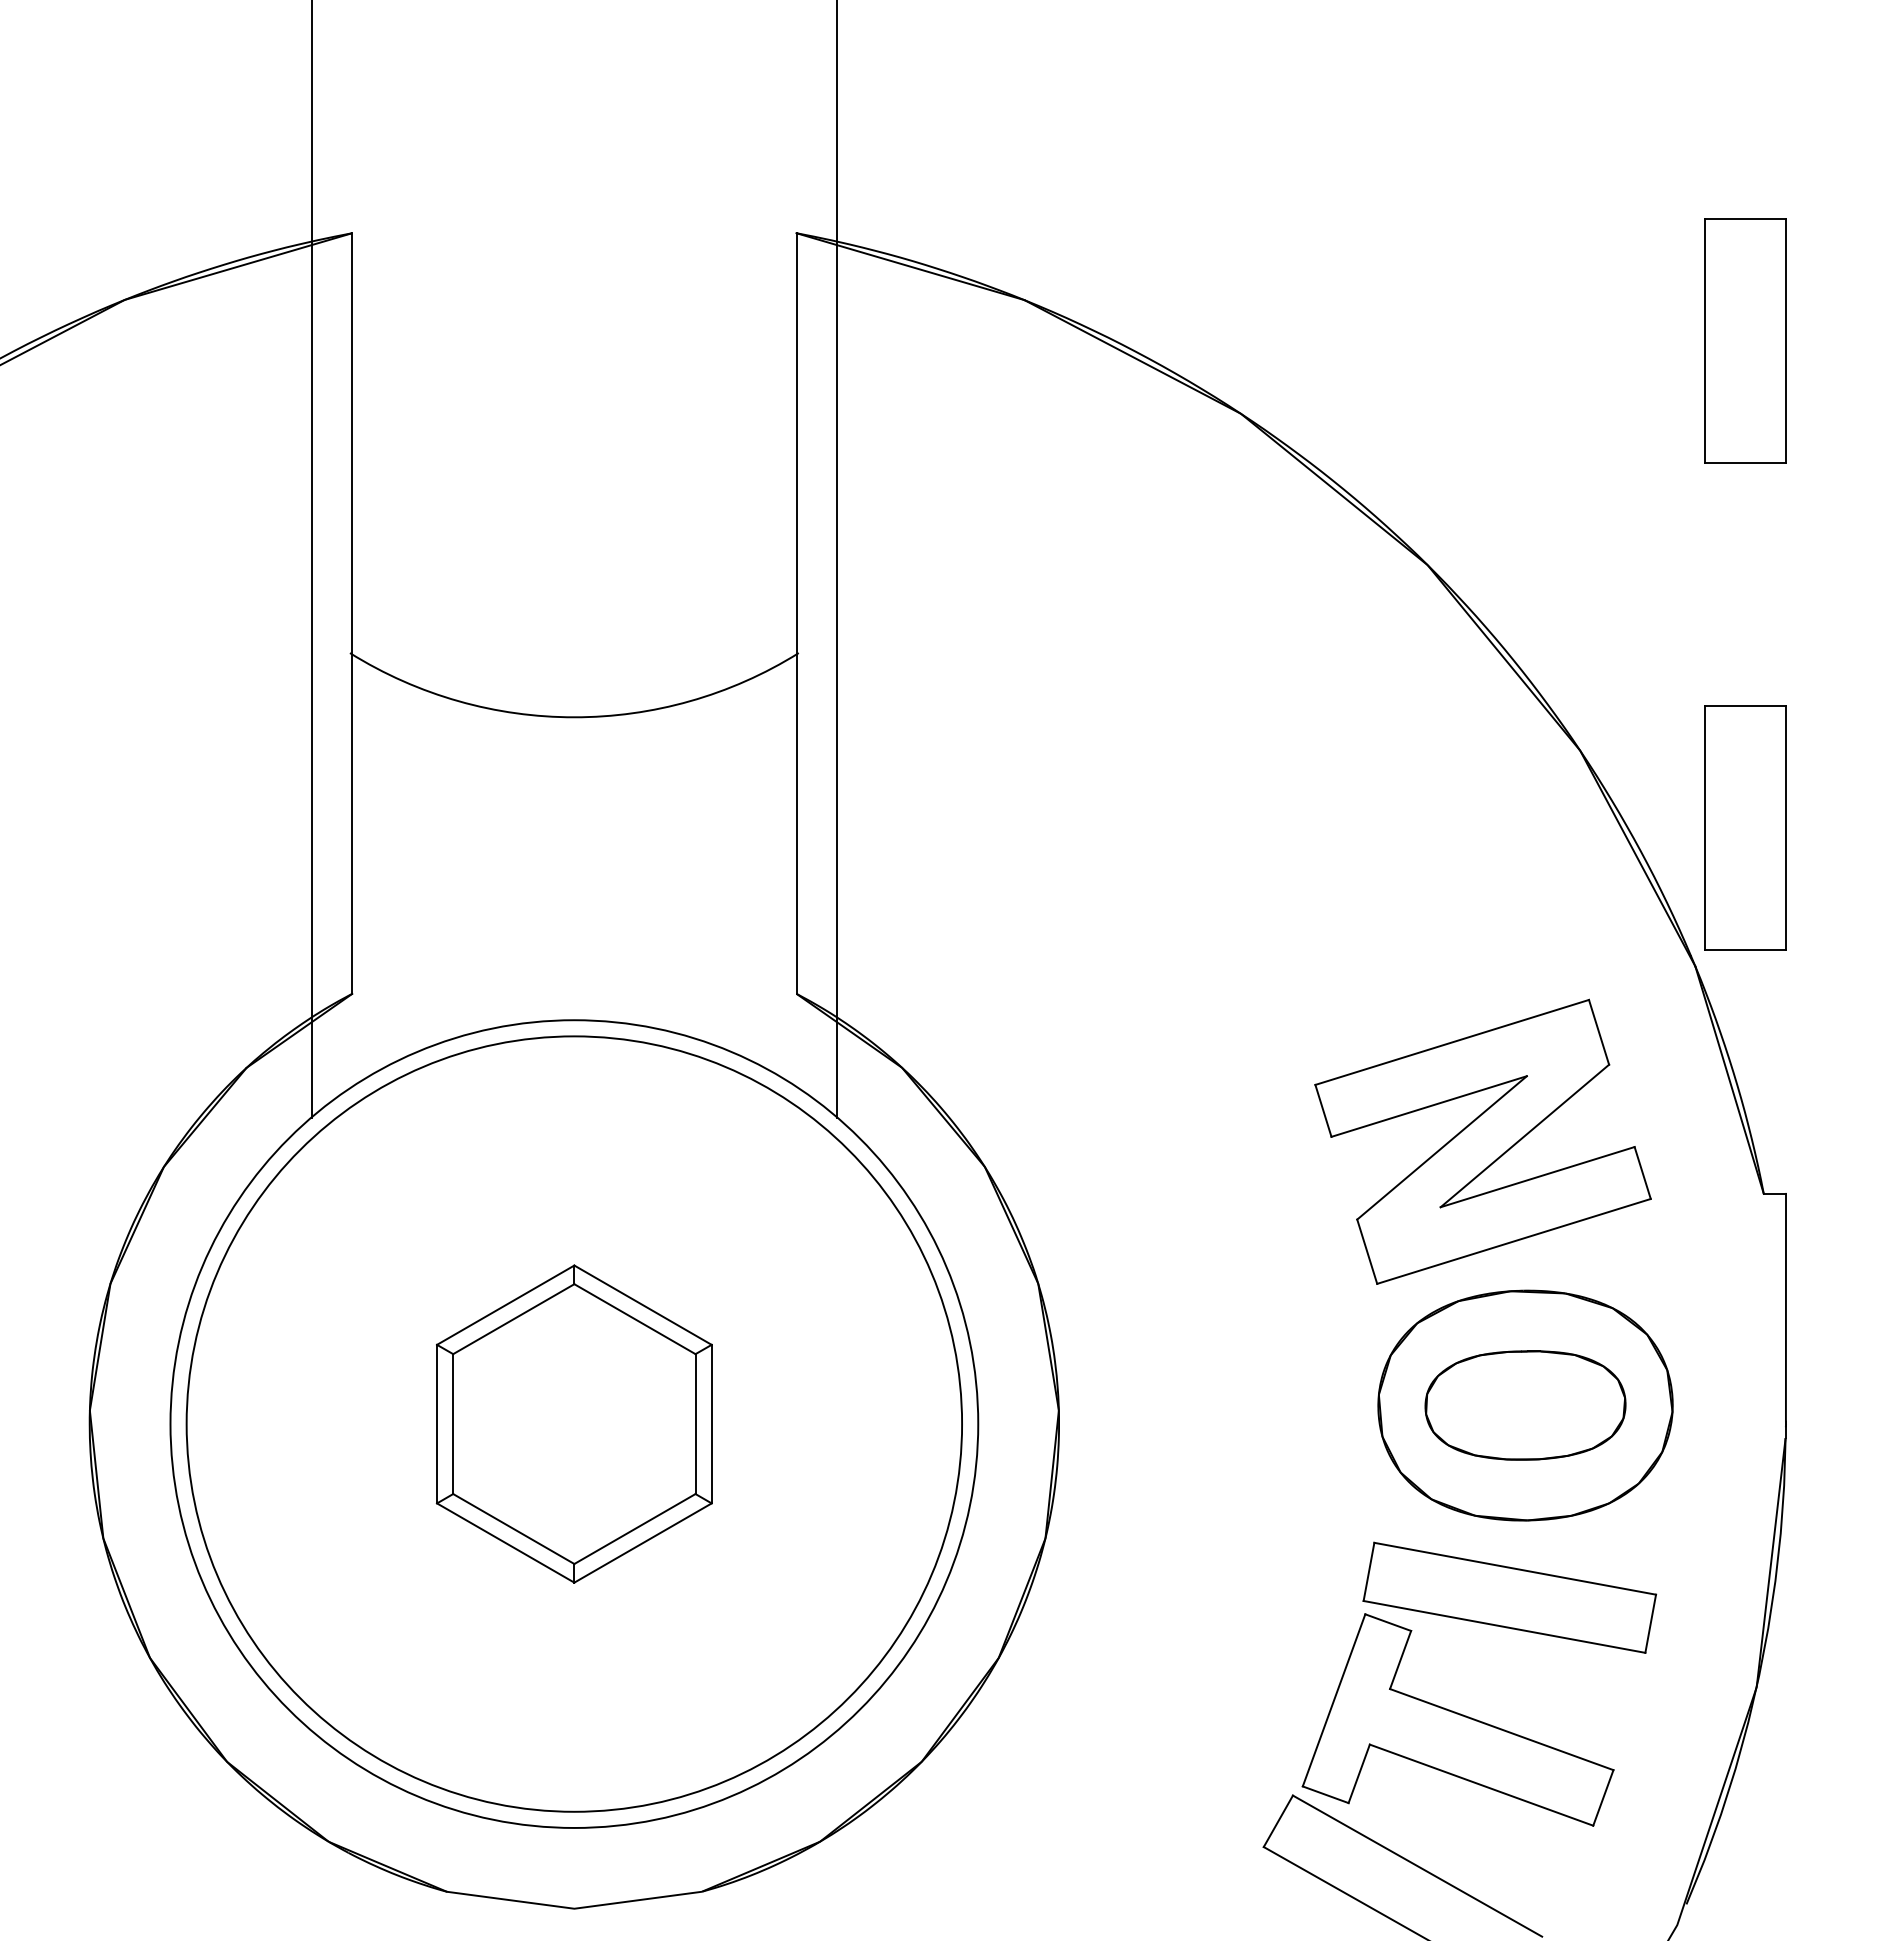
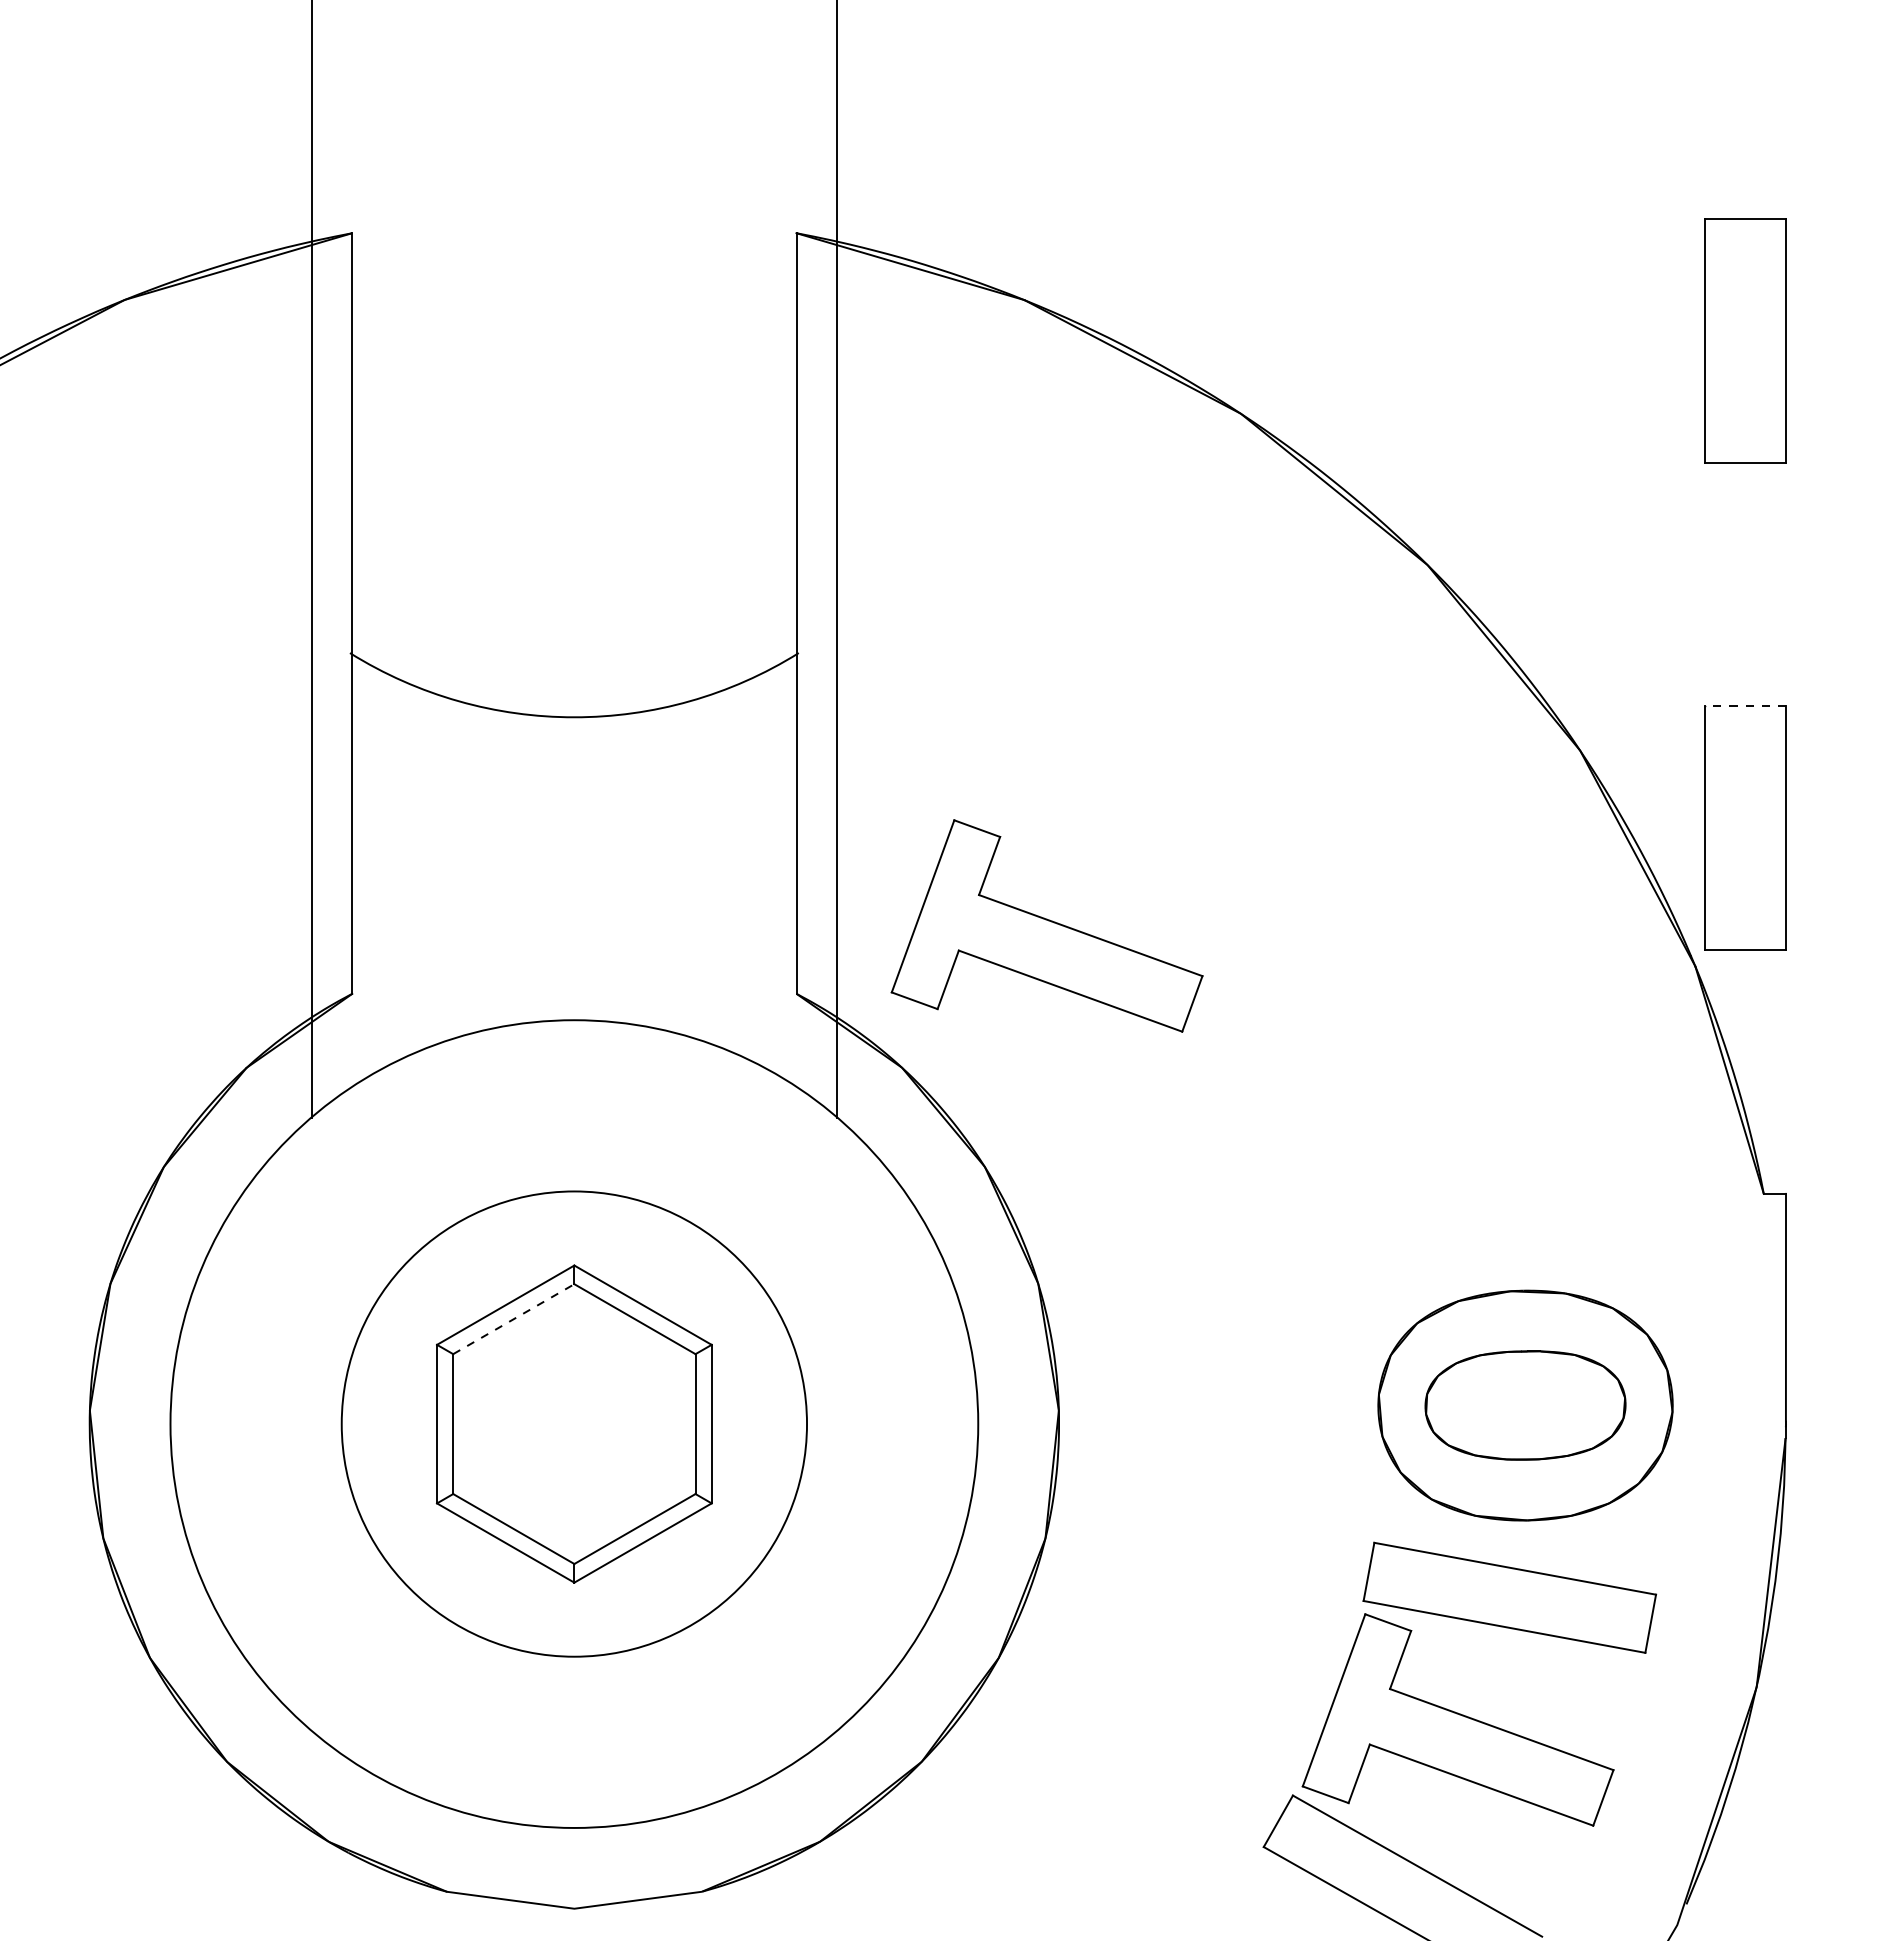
line at (1745, 706): solid -> dashed
part at (1046, 925): none -> present
part at (1482, 1141): present -> none
line at (513, 1319): solid -> dashed
circle at (574, 1423) diameter: 775 px -> 465 px
